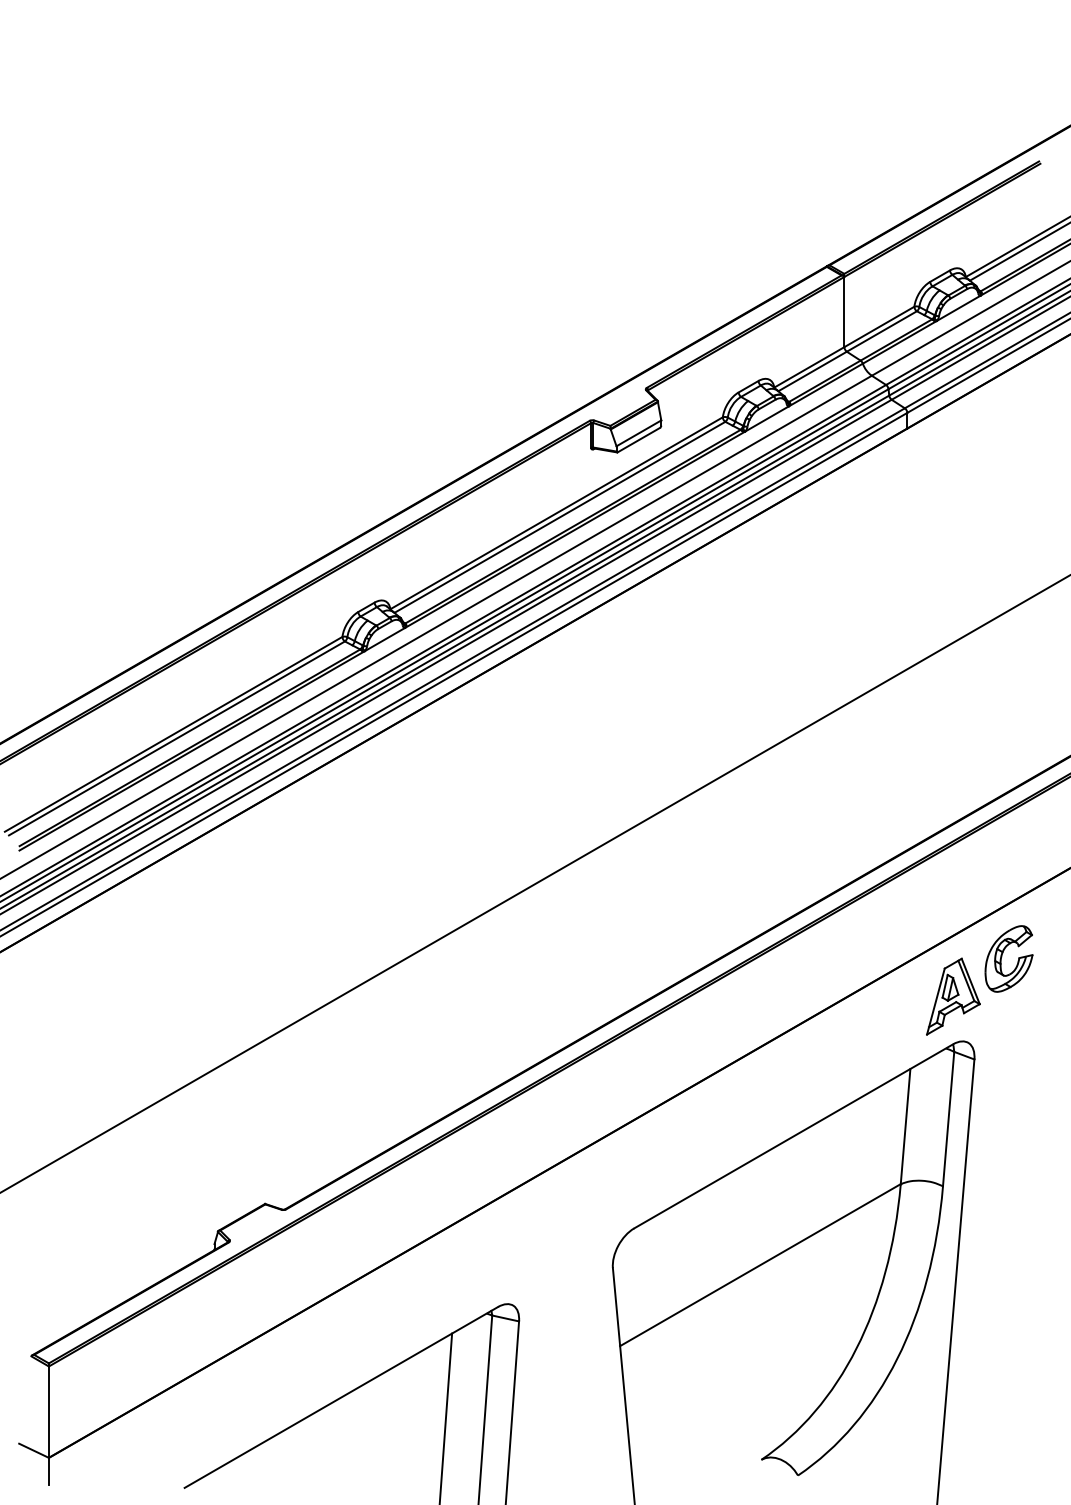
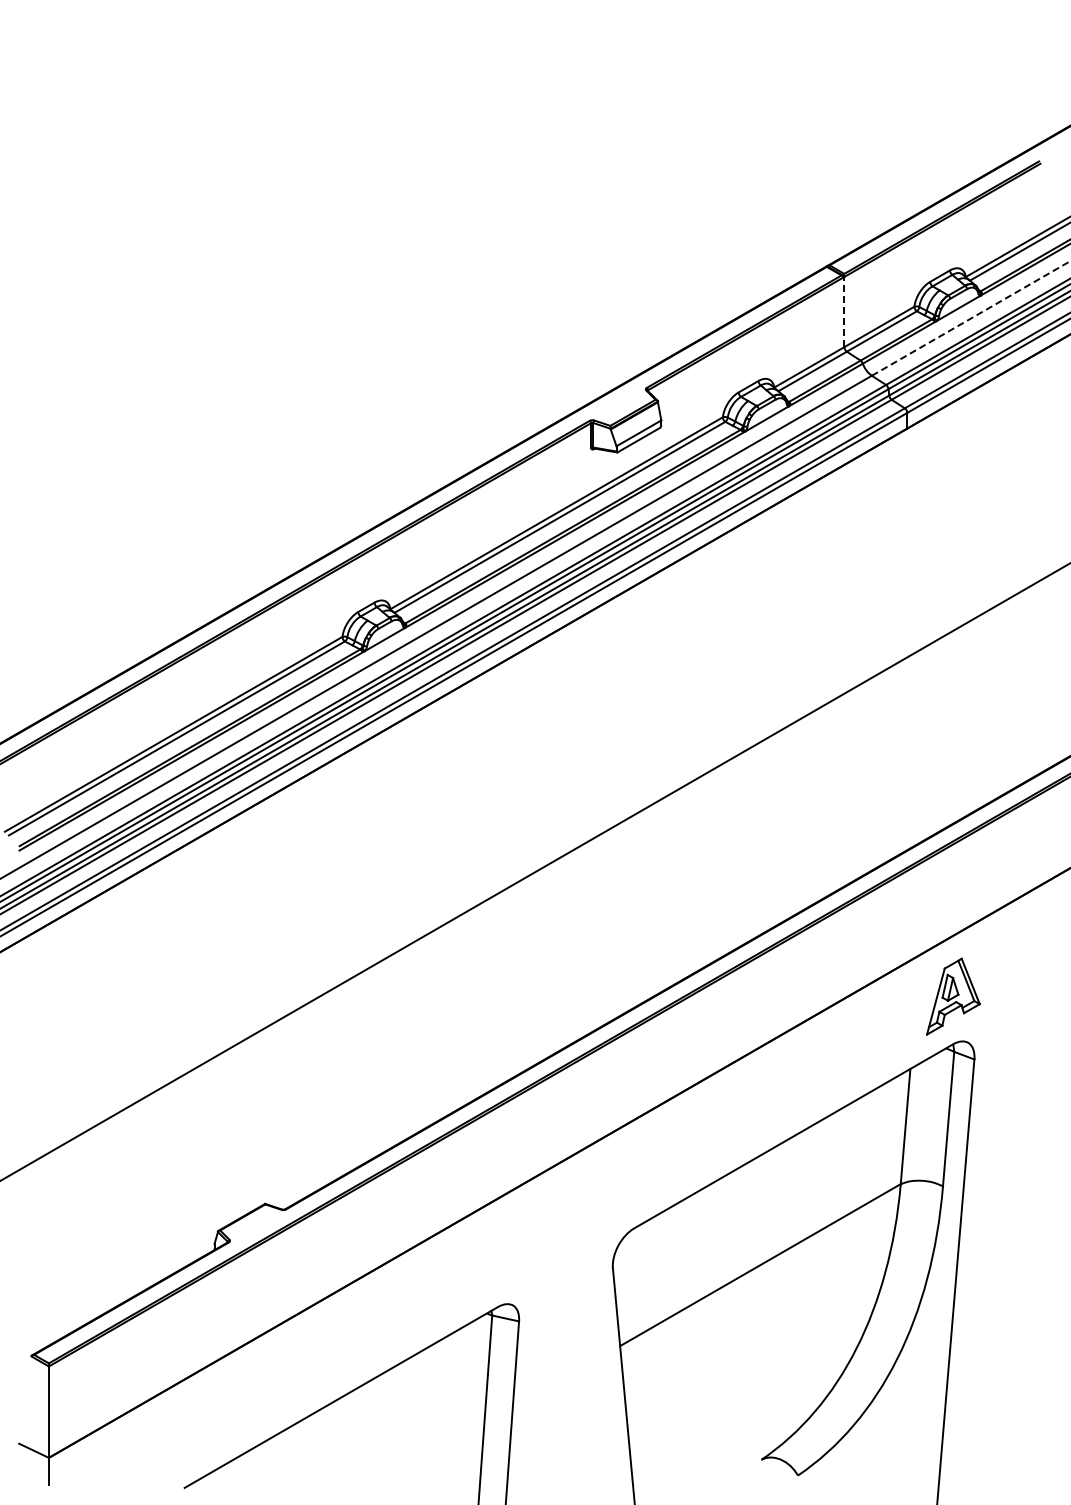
line at (844, 311): solid -> dashed
line at (971, 318): solid -> dashed
line at (534, 883) position: (534, 883) -> (534, 871)
part at (1002, 957): present -> none
line at (445, 1417): present -> none
